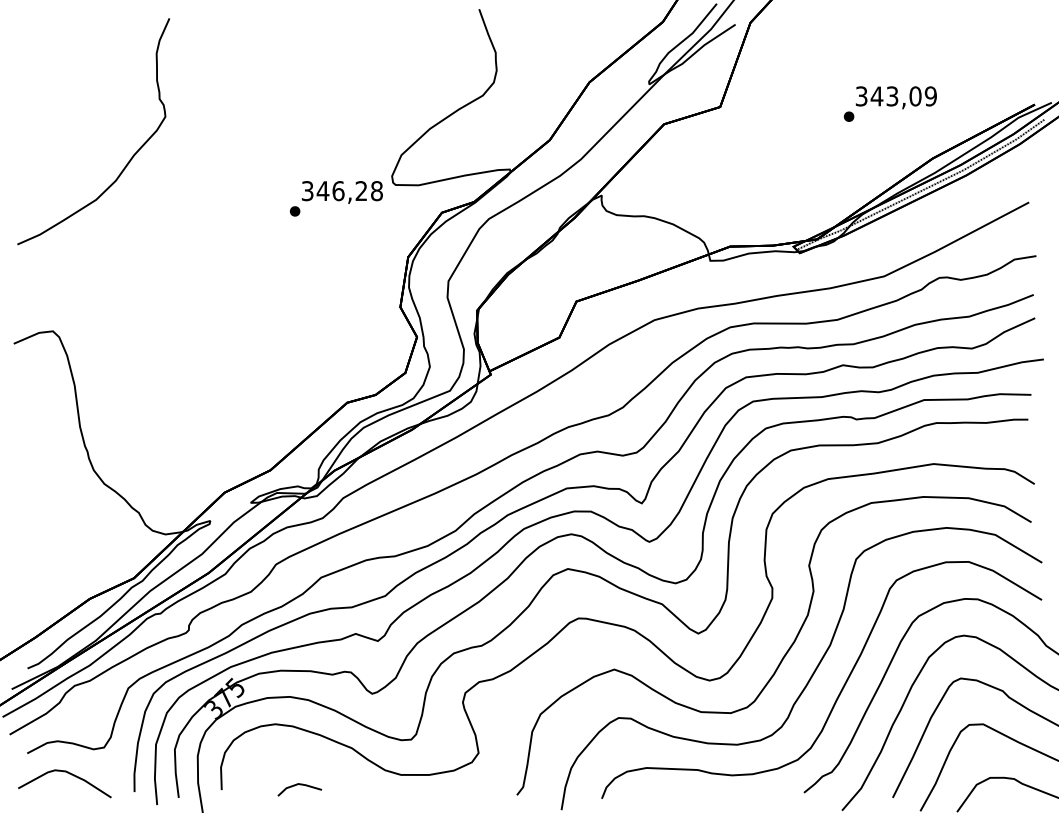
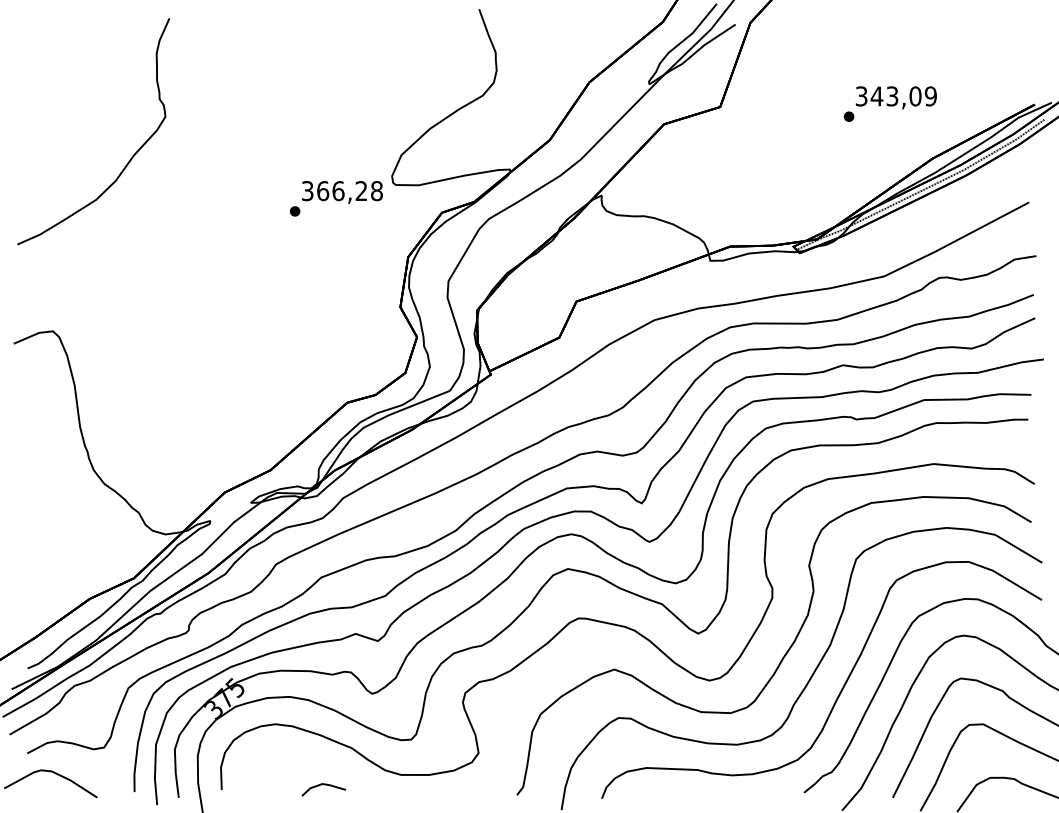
text at (322, 191): 346,28 -> 366,28
curve at (69, 774) position: (69, 774) -> (55, 774)
line at (299, 785) position: (299, 785) -> (323, 785)
